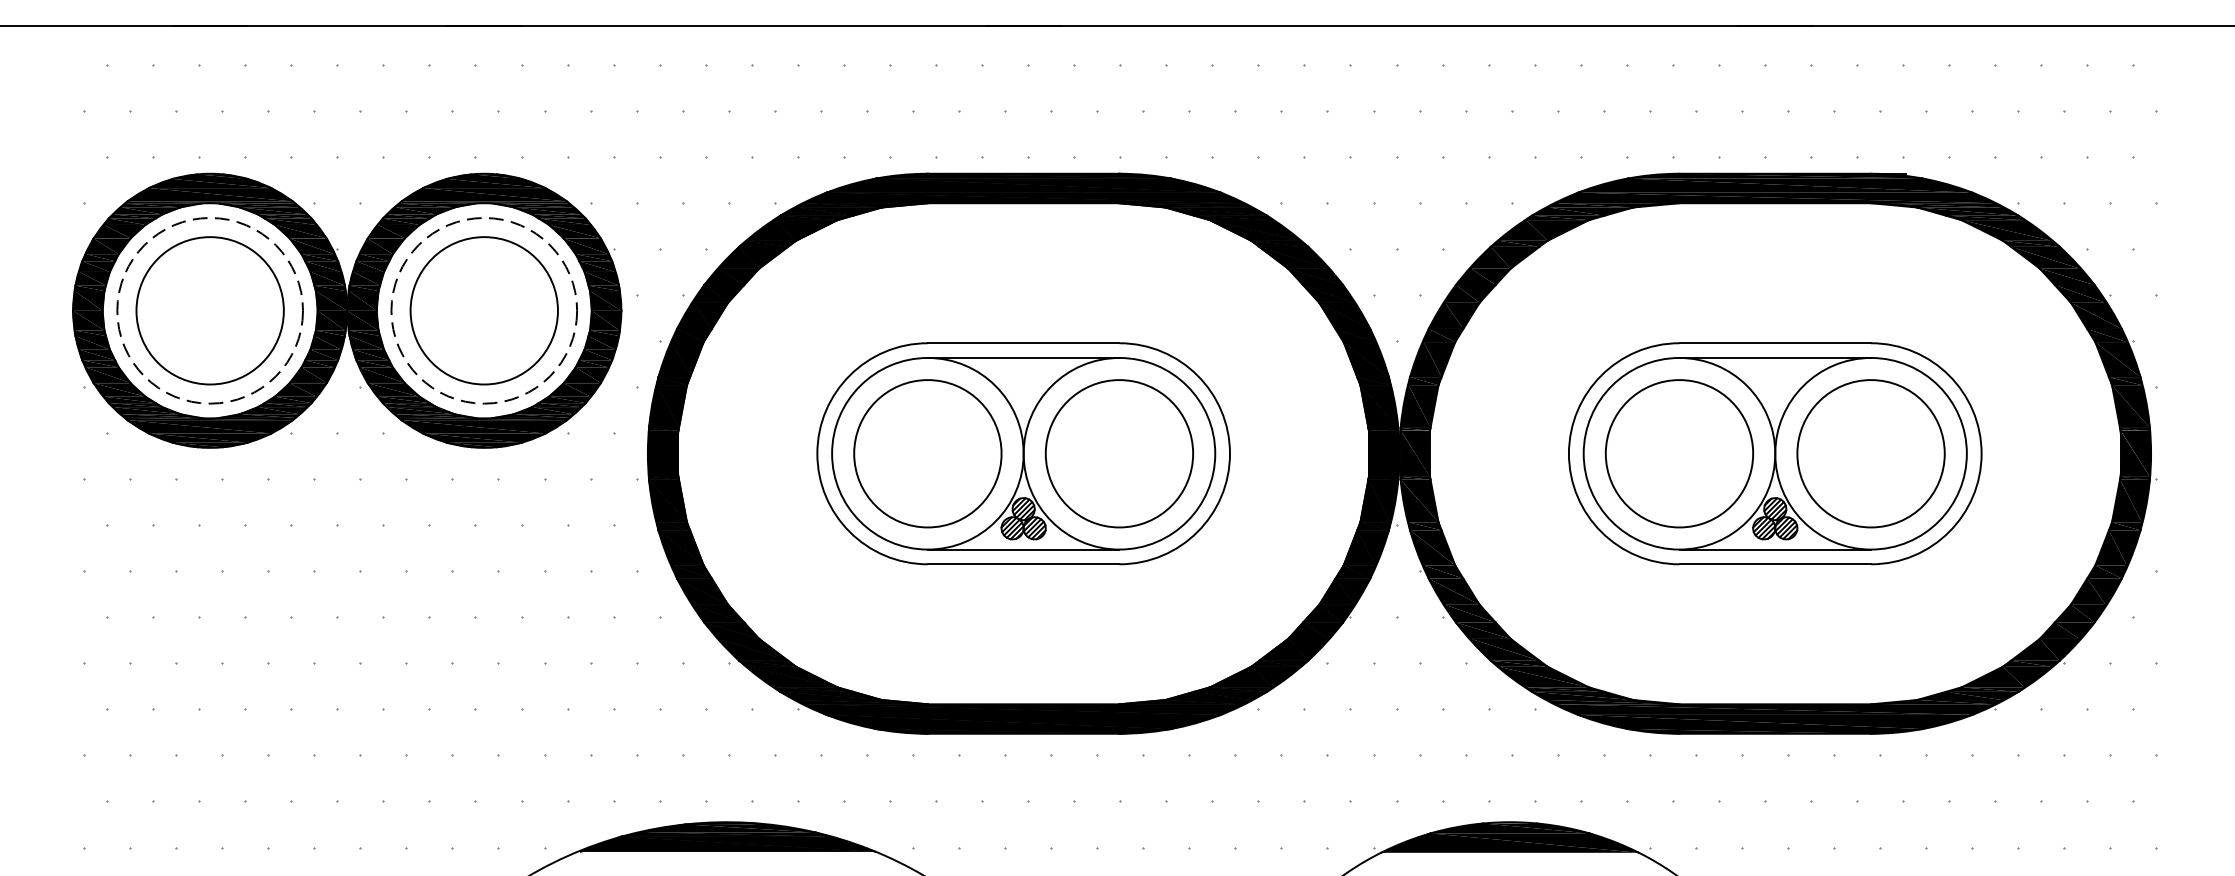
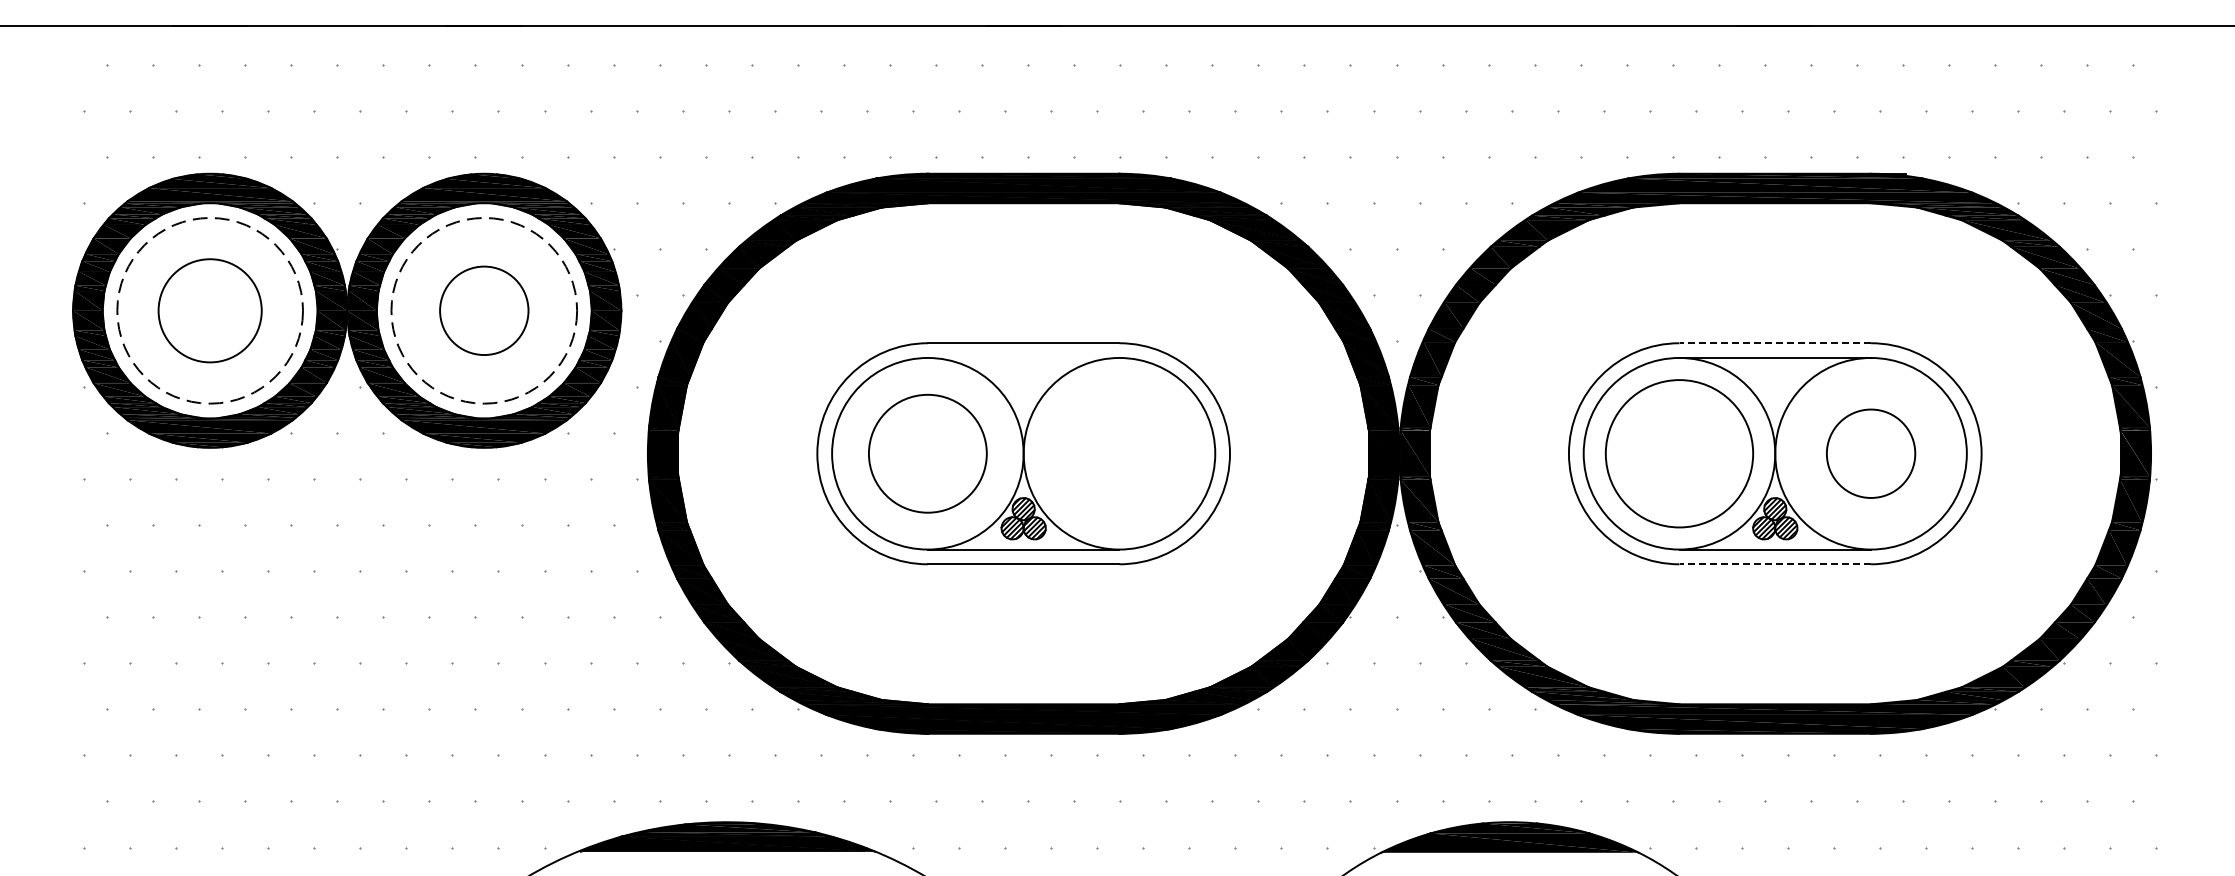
circle at (209, 310) diameter: 147 px -> 103 px
circle at (483, 310) diameter: 147 px -> 88 px
line at (1775, 343): solid -> dashed
line at (1023, 357): present -> none
circle at (927, 453) diameter: 147 px -> 118 px
circle at (1118, 453): present -> none
circle at (1870, 453) diameter: 147 px -> 88 px
line at (1775, 564): solid -> dashed
